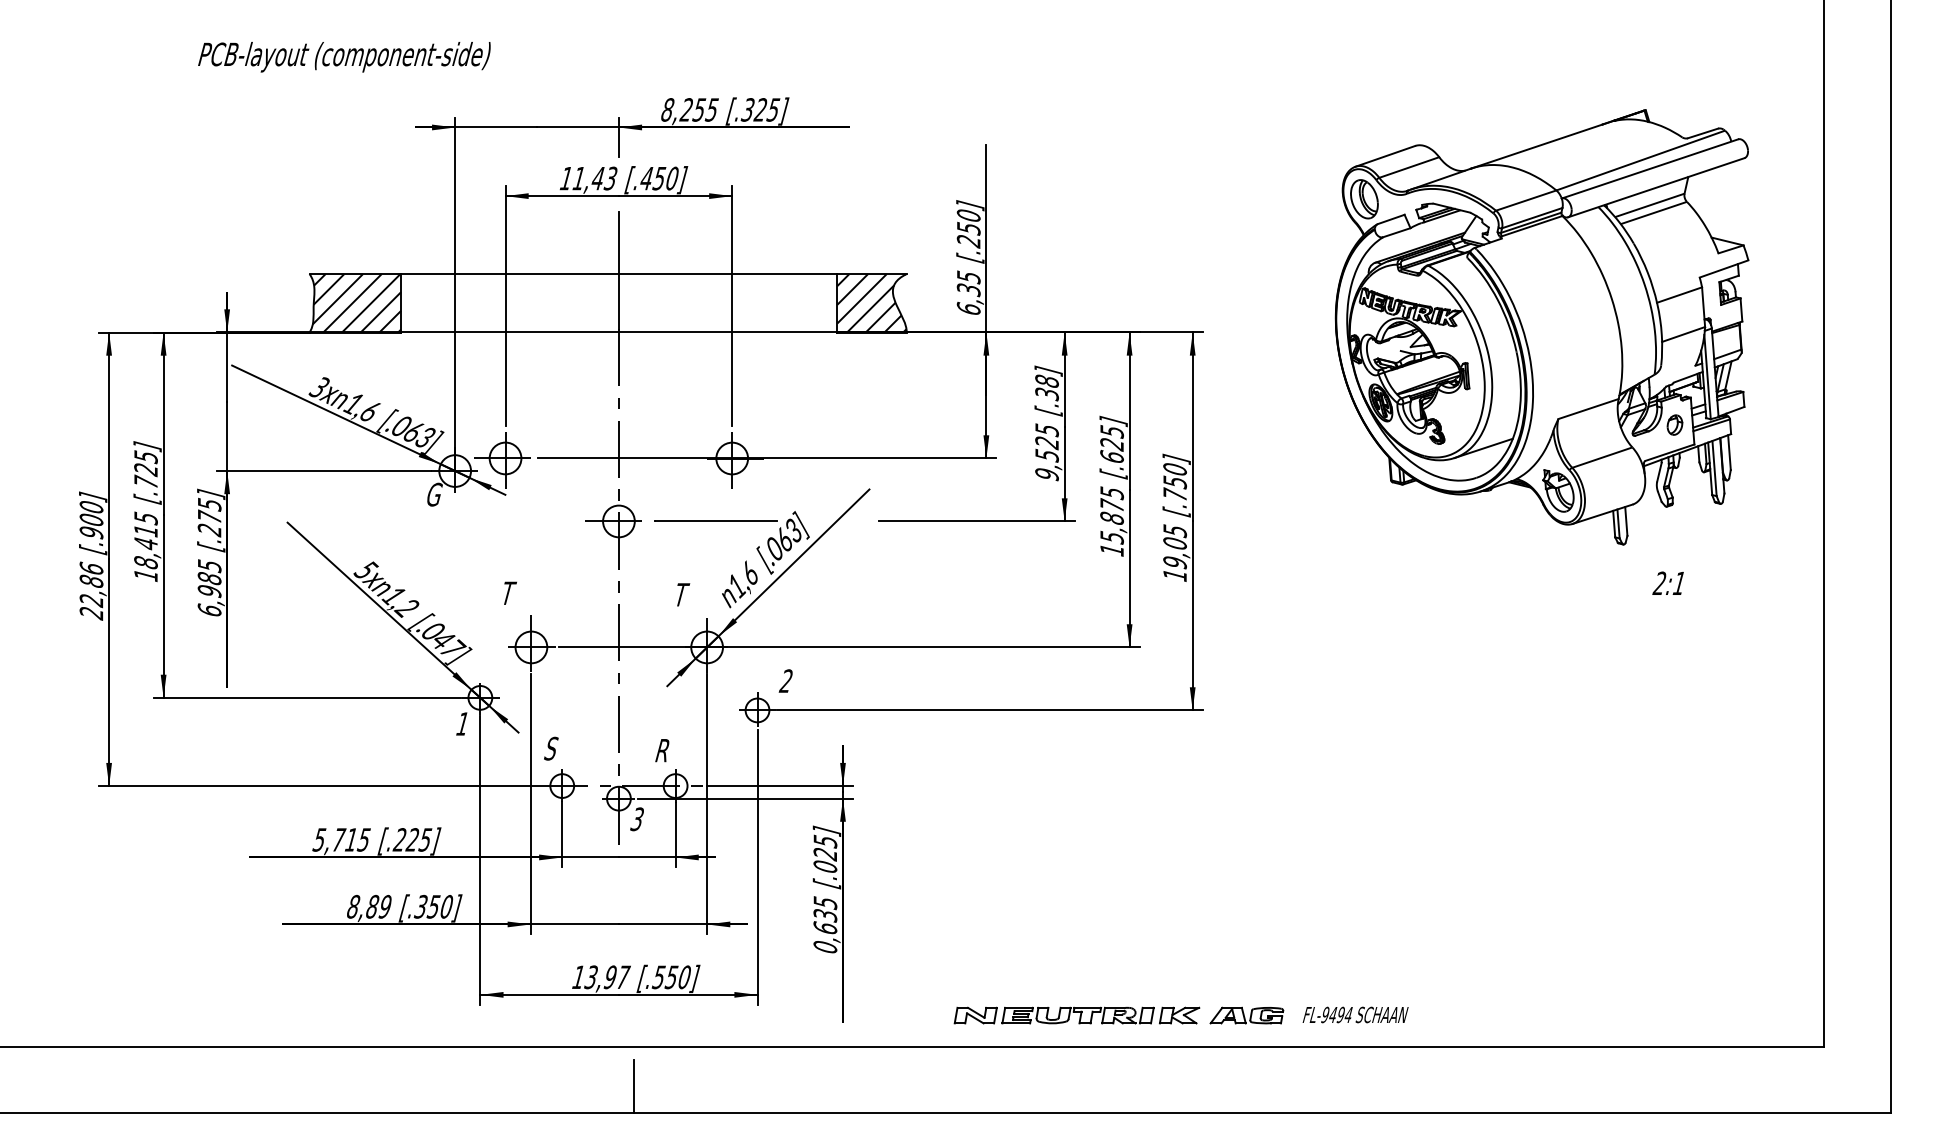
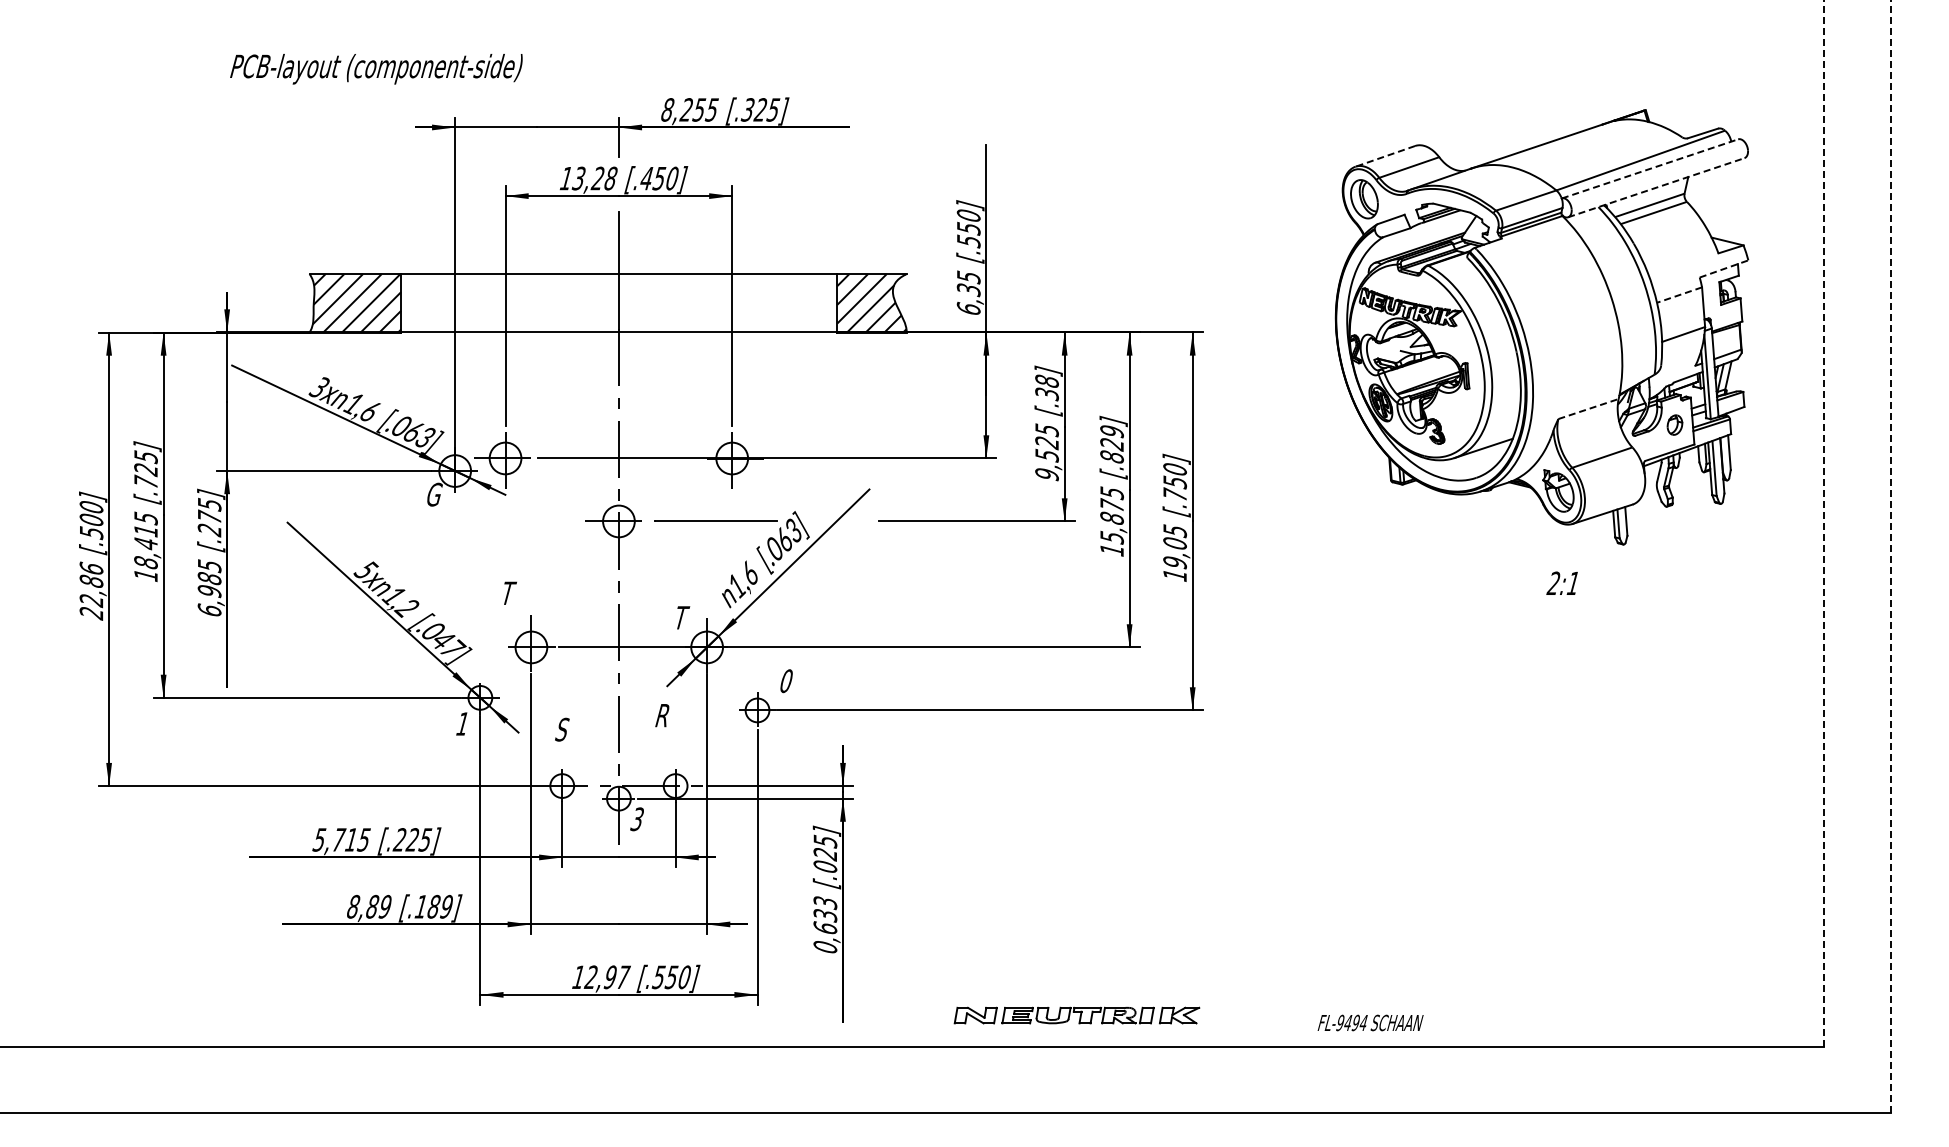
text at (344, 57) position: (344, 57) -> (376, 69)
line at (1385, 156): solid -> dashed
line at (1650, 168): solid -> dashed
text at (594, 178): 11,43 -> 13,28
line at (1656, 187): solid -> dashed
text at (968, 241): [.250] -> [.550]
line at (1724, 268): solid -> dashed
line at (1679, 295): solid -> dashed
line at (1588, 409): solid -> dashed
text at (1111, 444): [.625] -> [.829]
line at (1824, 523): solid -> dashed
text at (91, 533): [.900] -> [.500]
line at (1890, 555): solid -> dashed
text at (1667, 582) position: (1667, 582) -> (1561, 582)
text at (683, 594) position: (683, 594) -> (683, 617)
text at (785, 681): 2 -> 0
text at (551, 748) position: (551, 748) -> (562, 729)
text at (662, 750) position: (662, 750) -> (662, 715)
text at (824, 901): 0,635 -> 0,633
text at (433, 906): [.350] -> [.189]
text at (590, 977): 13,97 -> 12,97
text at (1355, 1014) position: (1355, 1014) -> (1370, 1022)
part at (1246, 1015): present -> none
line at (634, 1085): present -> none
